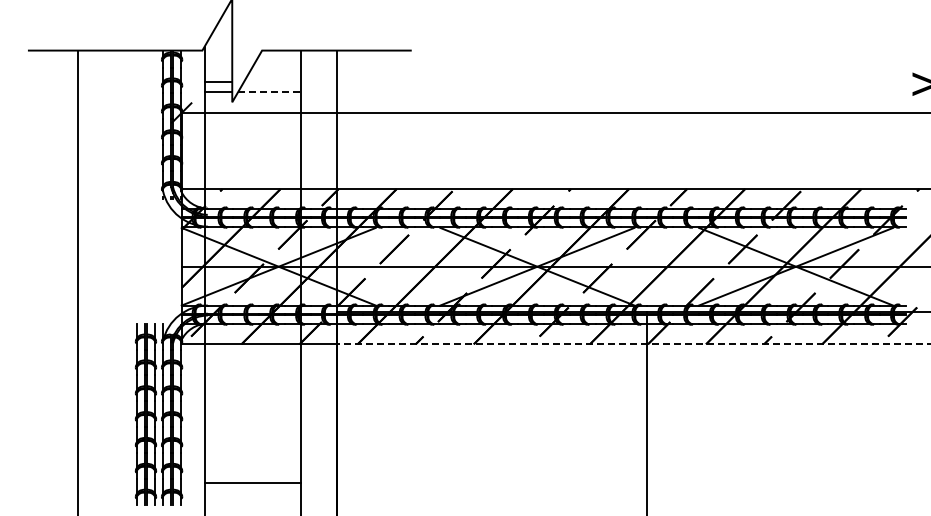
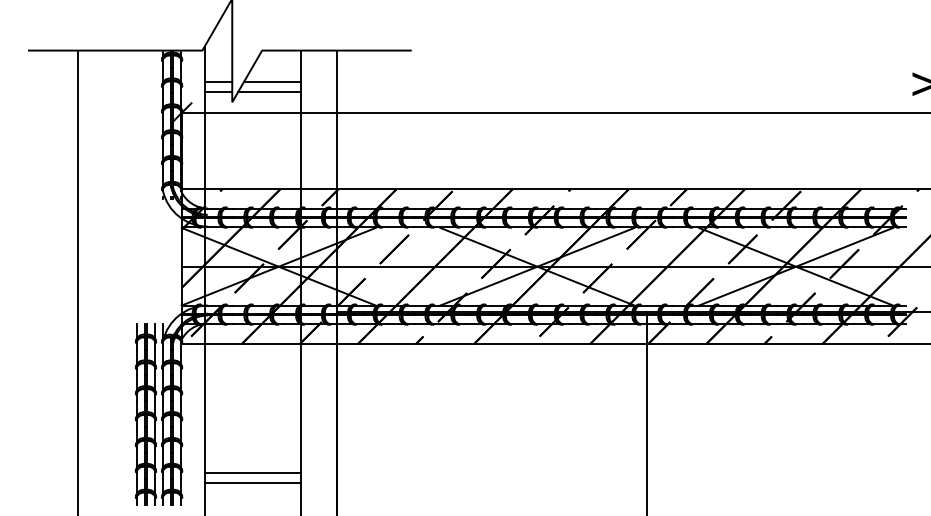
line at (272, 82): none -> present
line at (270, 91): dashed -> solid
line at (633, 344): dashed -> solid
line at (252, 473): none -> present
